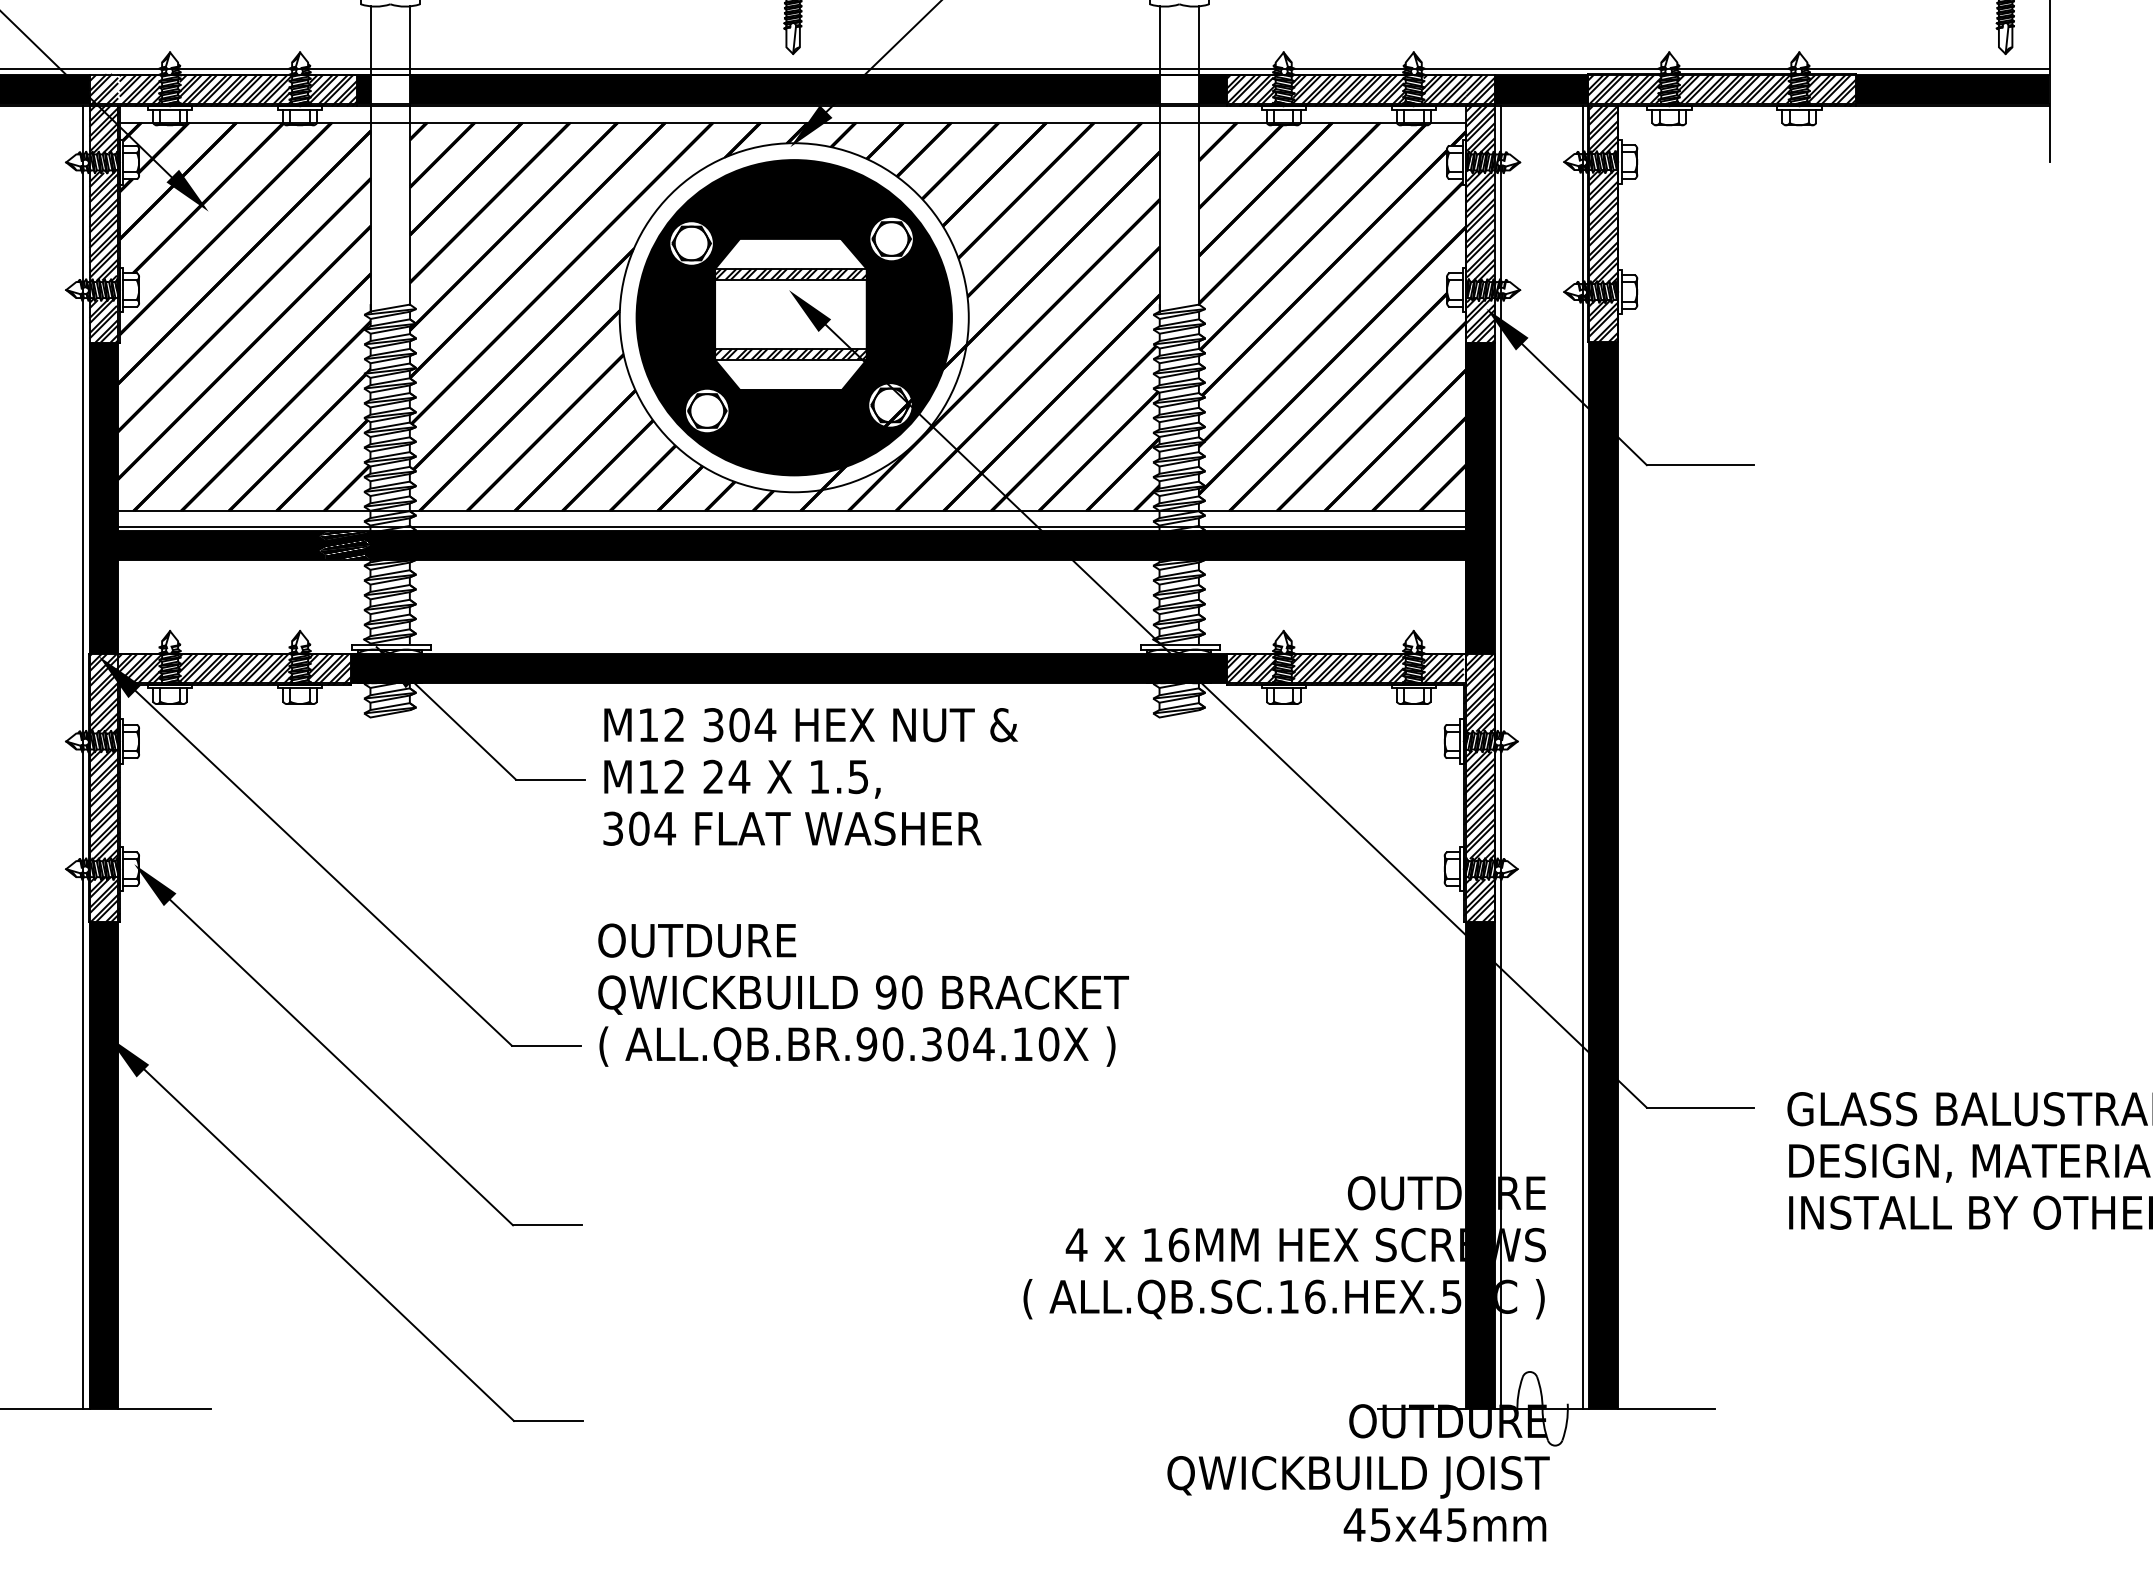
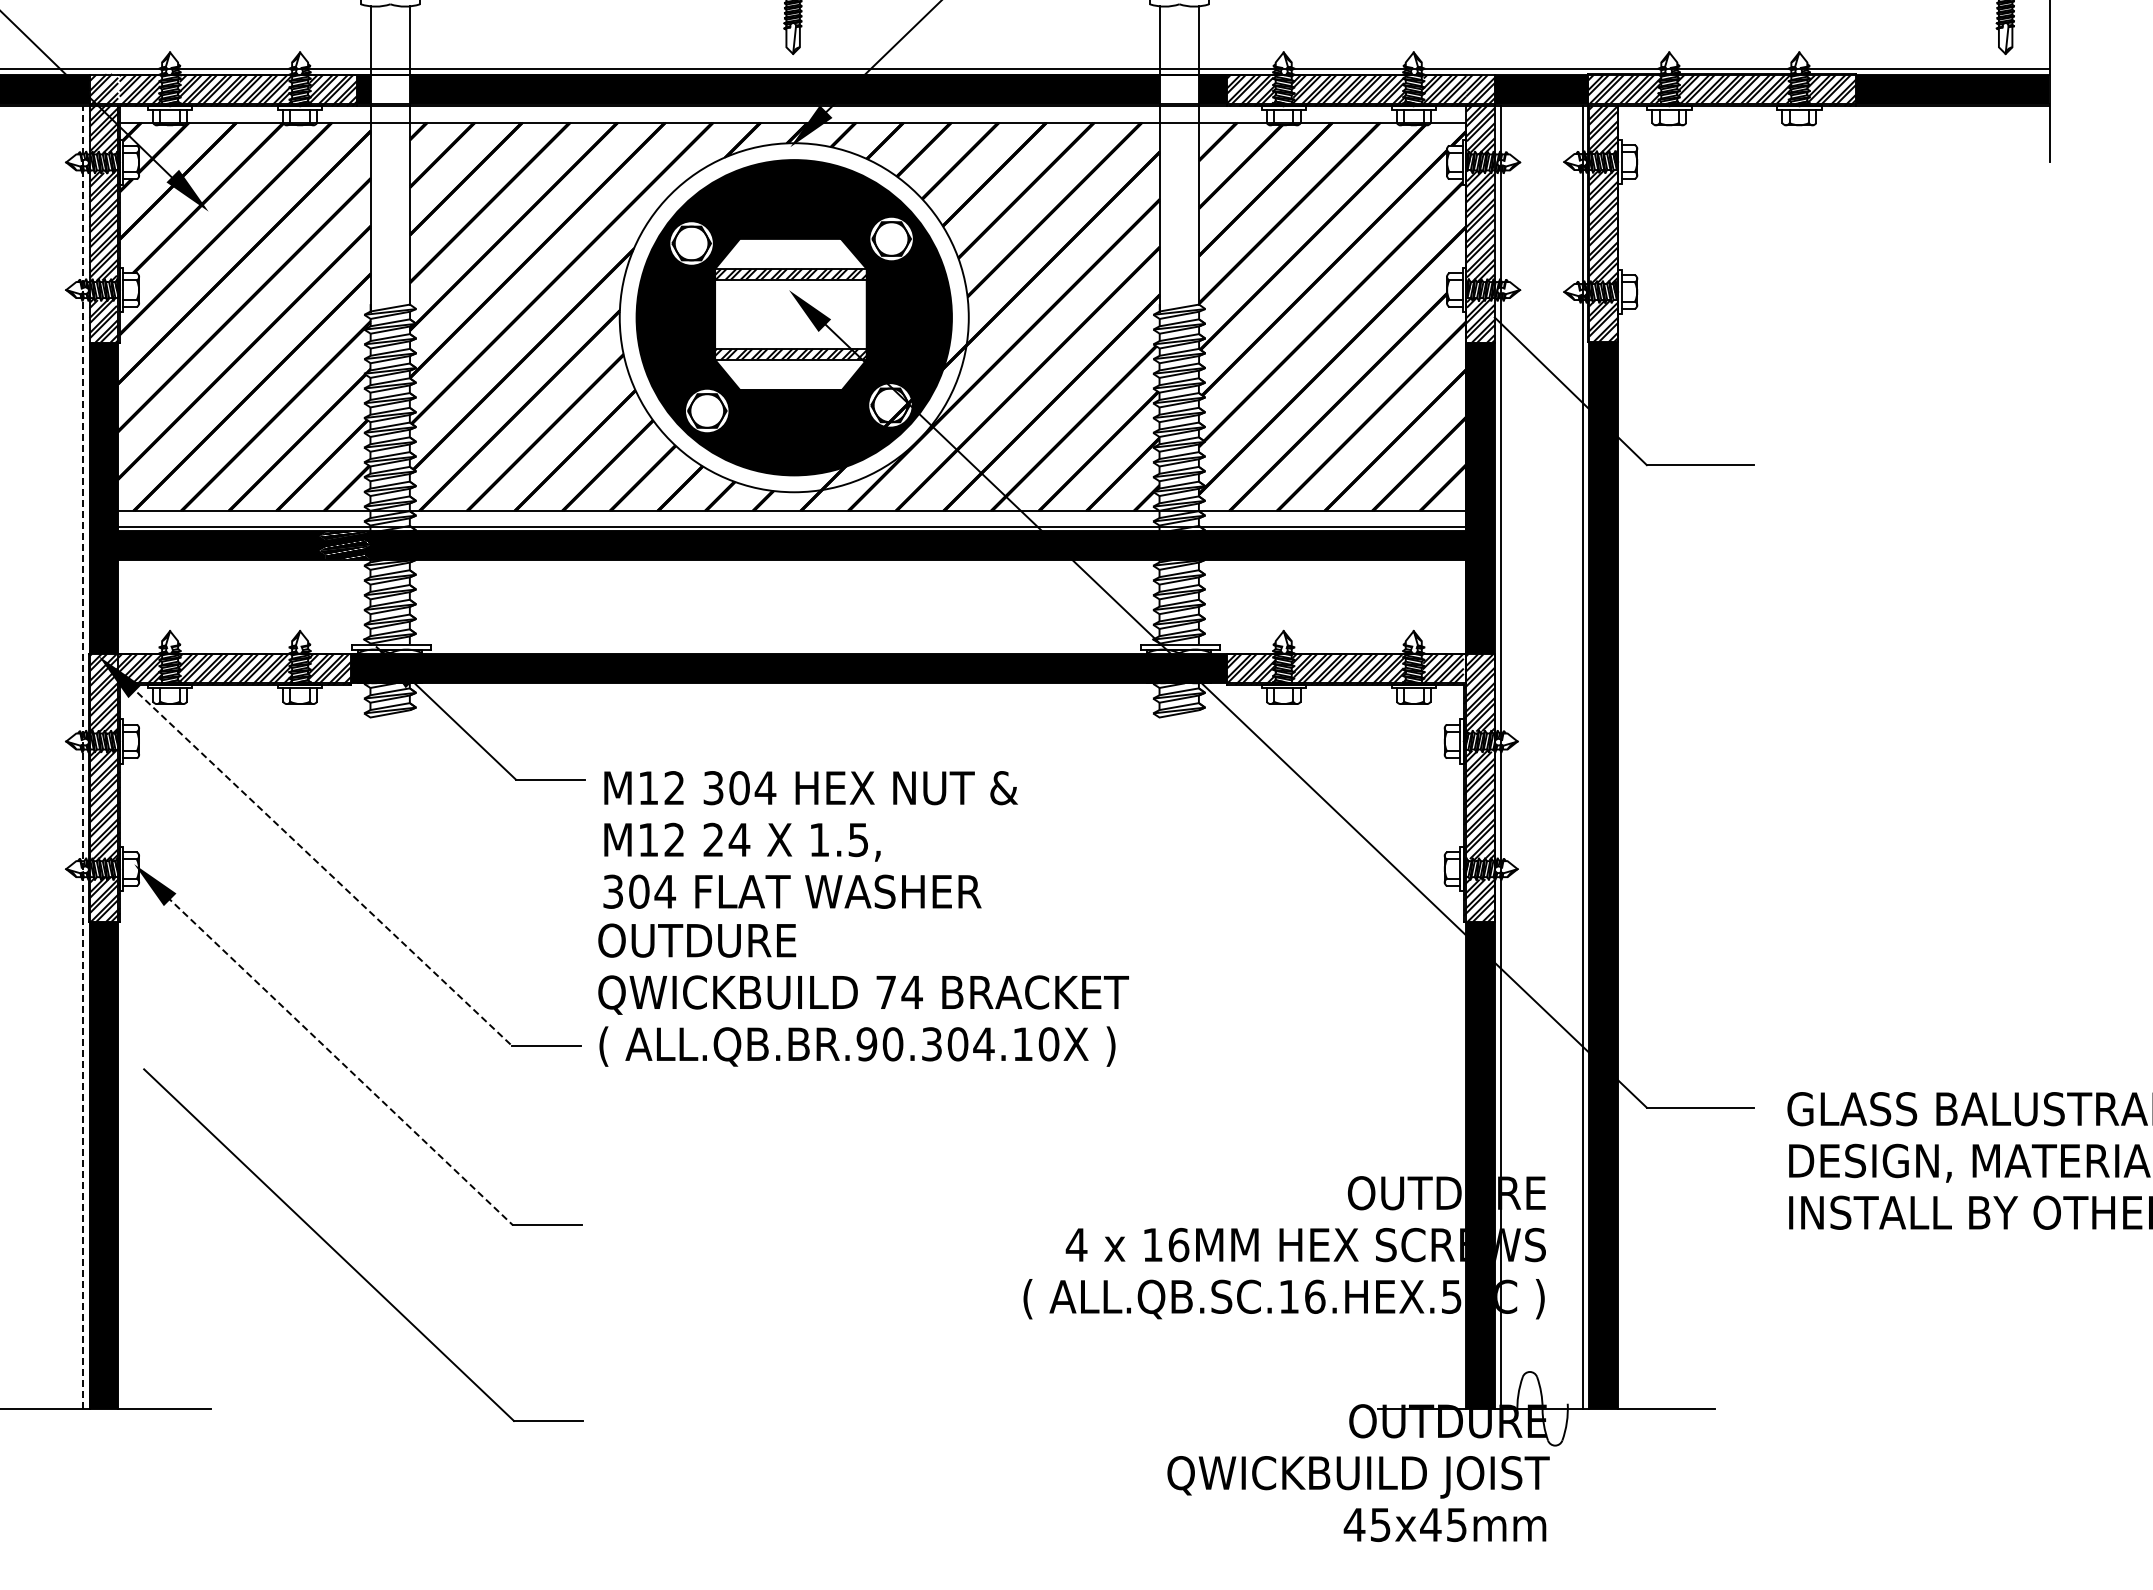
fill at (1507, 329): present -> none
line at (83, 757): solid -> dashed
text at (810, 776) position: (810, 776) -> (810, 839)
line at (320, 865): solid -> dashed
text at (899, 992): 90 -> 74
fill at (128, 1056): present -> none
line at (339, 1061): solid -> dashed
